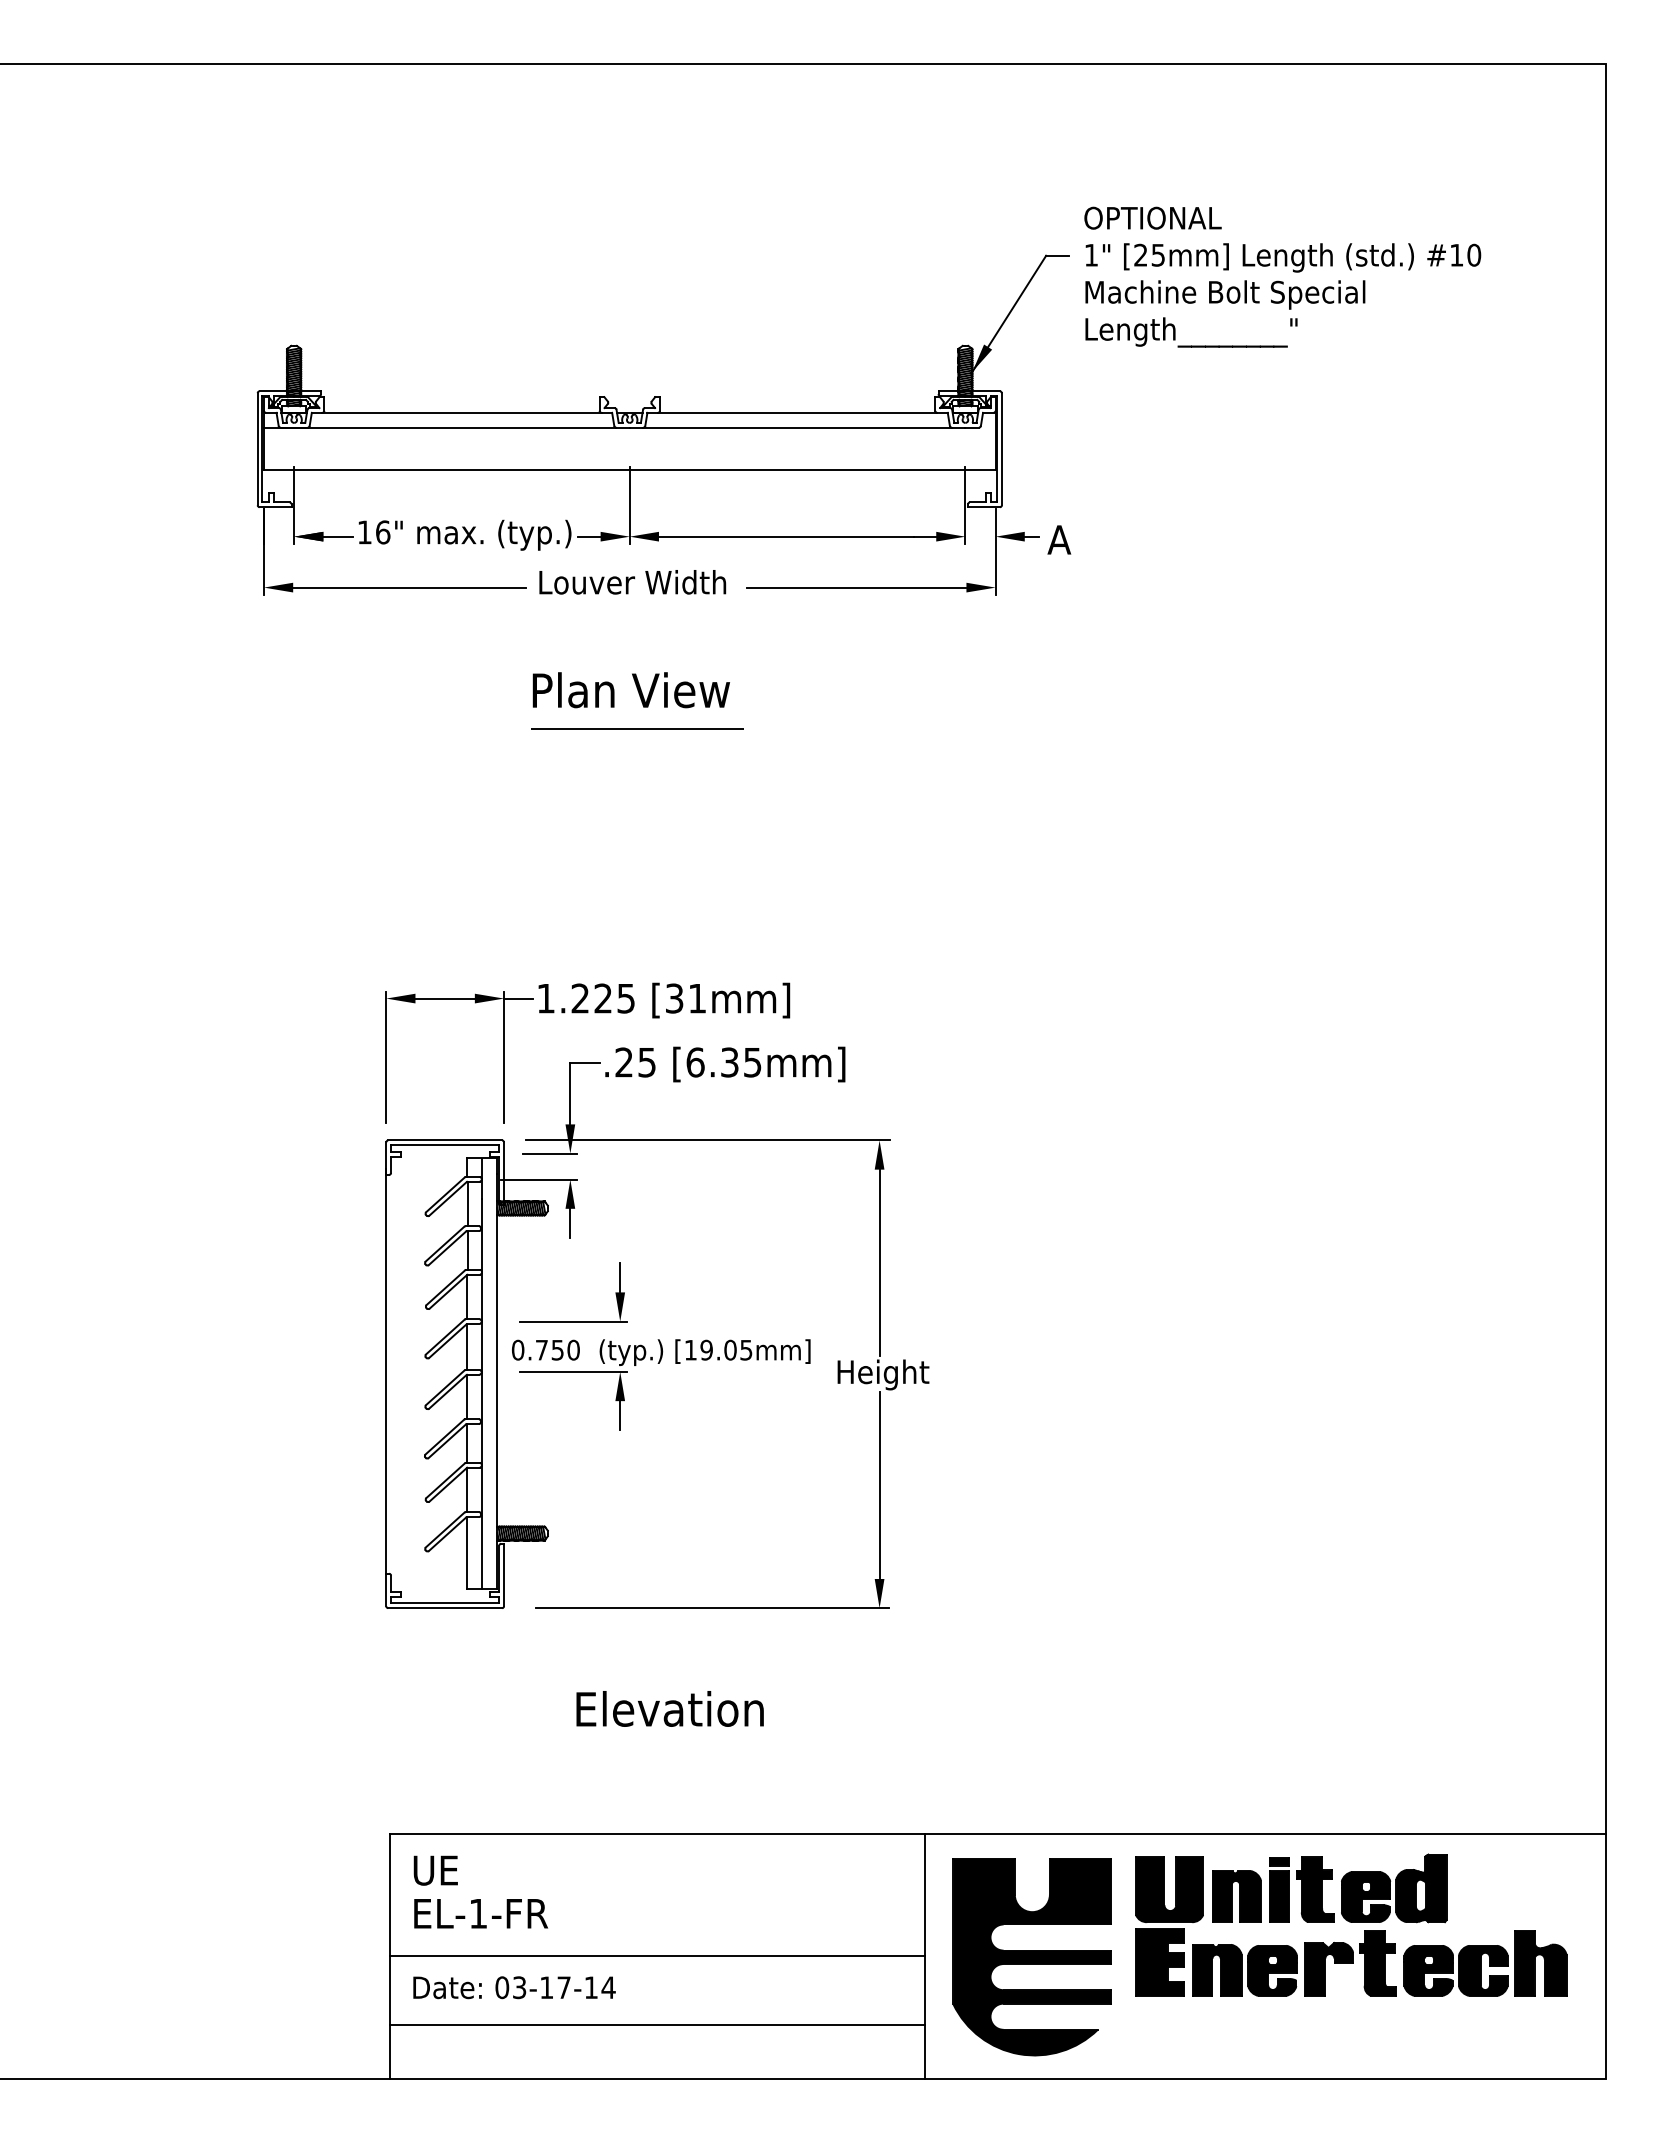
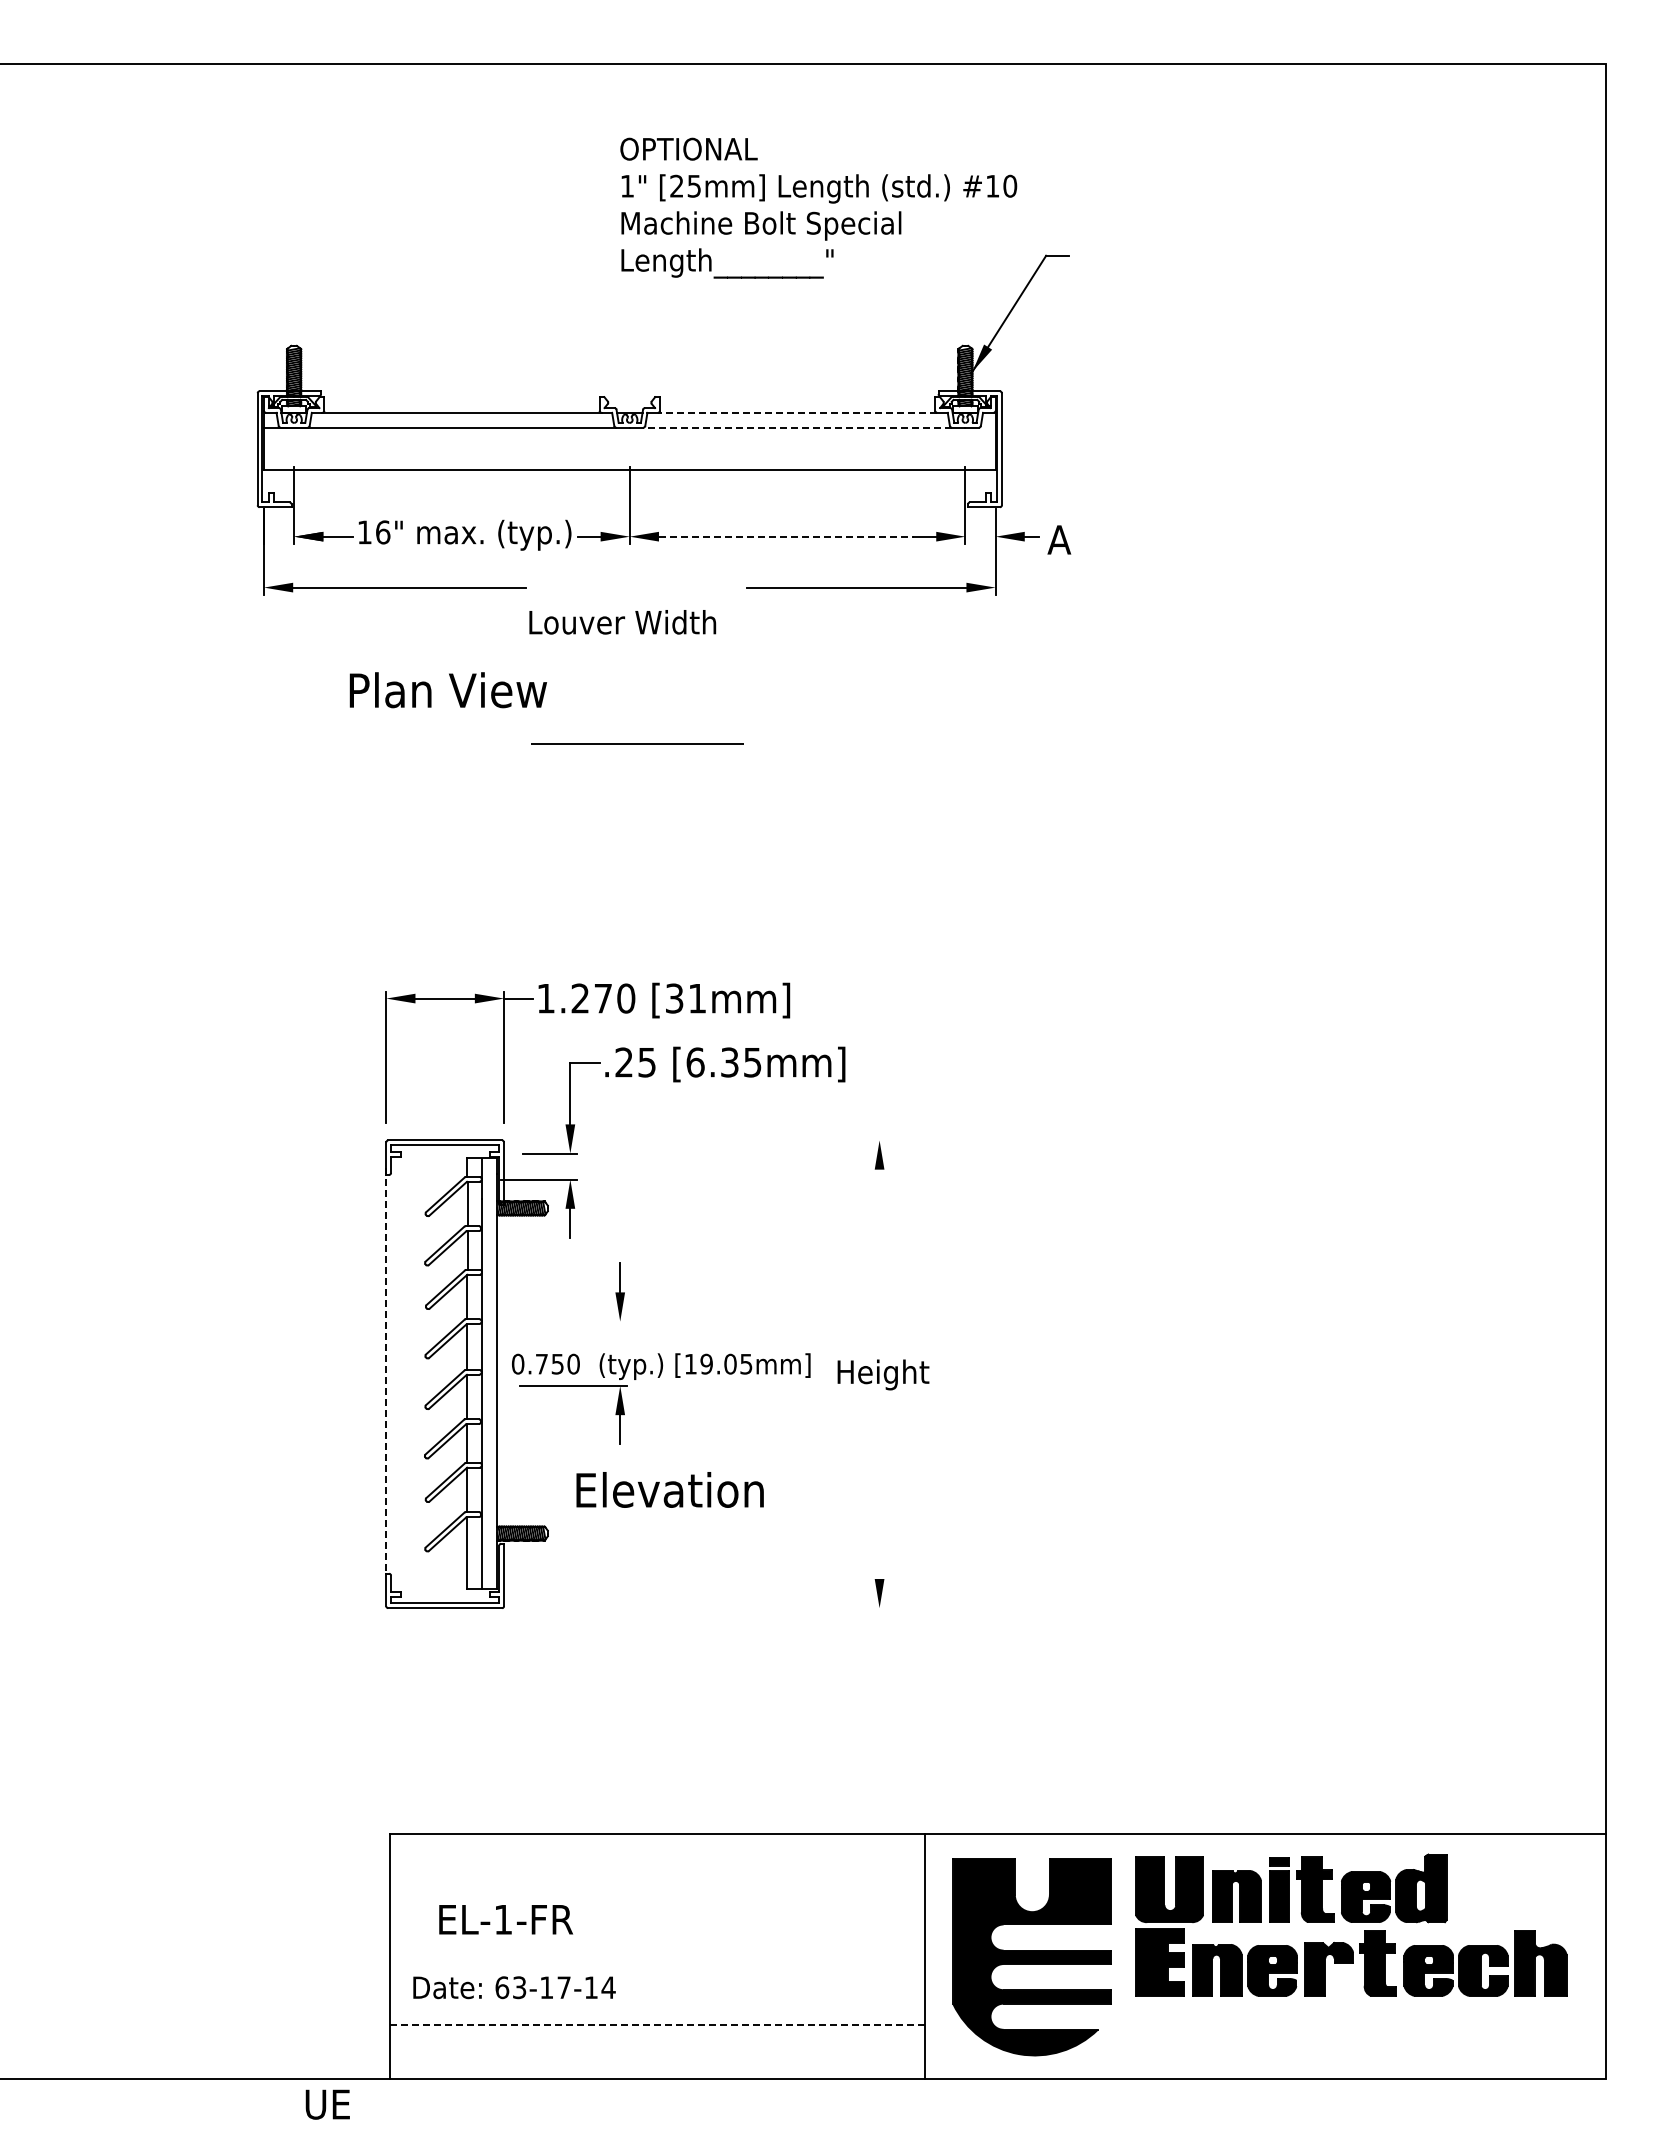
text at (1282, 276) position: (1282, 276) -> (818, 207)
line at (797, 412): solid -> dashed
line at (797, 427): solid -> dashed
line at (786, 536): solid -> dashed
text at (632, 582) position: (632, 582) -> (622, 622)
text at (630, 690) position: (630, 690) -> (447, 690)
line at (637, 728) position: (637, 728) -> (637, 743)
text at (614, 998): 1.225 -> 1.270
line at (707, 1140): present -> none
line at (879, 1262): present -> none
line at (573, 1321): present -> none
part at (659, 1363) position: (659, 1363) -> (659, 1377)
line at (386, 1370): solid -> dashed
line at (879, 1485): present -> none
line at (712, 1608): present -> none
text at (669, 1708) position: (669, 1708) -> (669, 1489)
text at (435, 1870) position: (435, 1870) -> (327, 2104)
text at (481, 1913) position: (481, 1913) -> (506, 1919)
line at (657, 1956): present -> none
text at (502, 1987): 03-17-14 -> 63-17-14
line at (657, 2025): solid -> dashed
